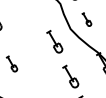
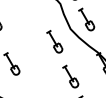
part at (86, 19) size: 12x15 px -> 18x25 px
part at (11, 63) size: 14x18 px -> 18x24 px
